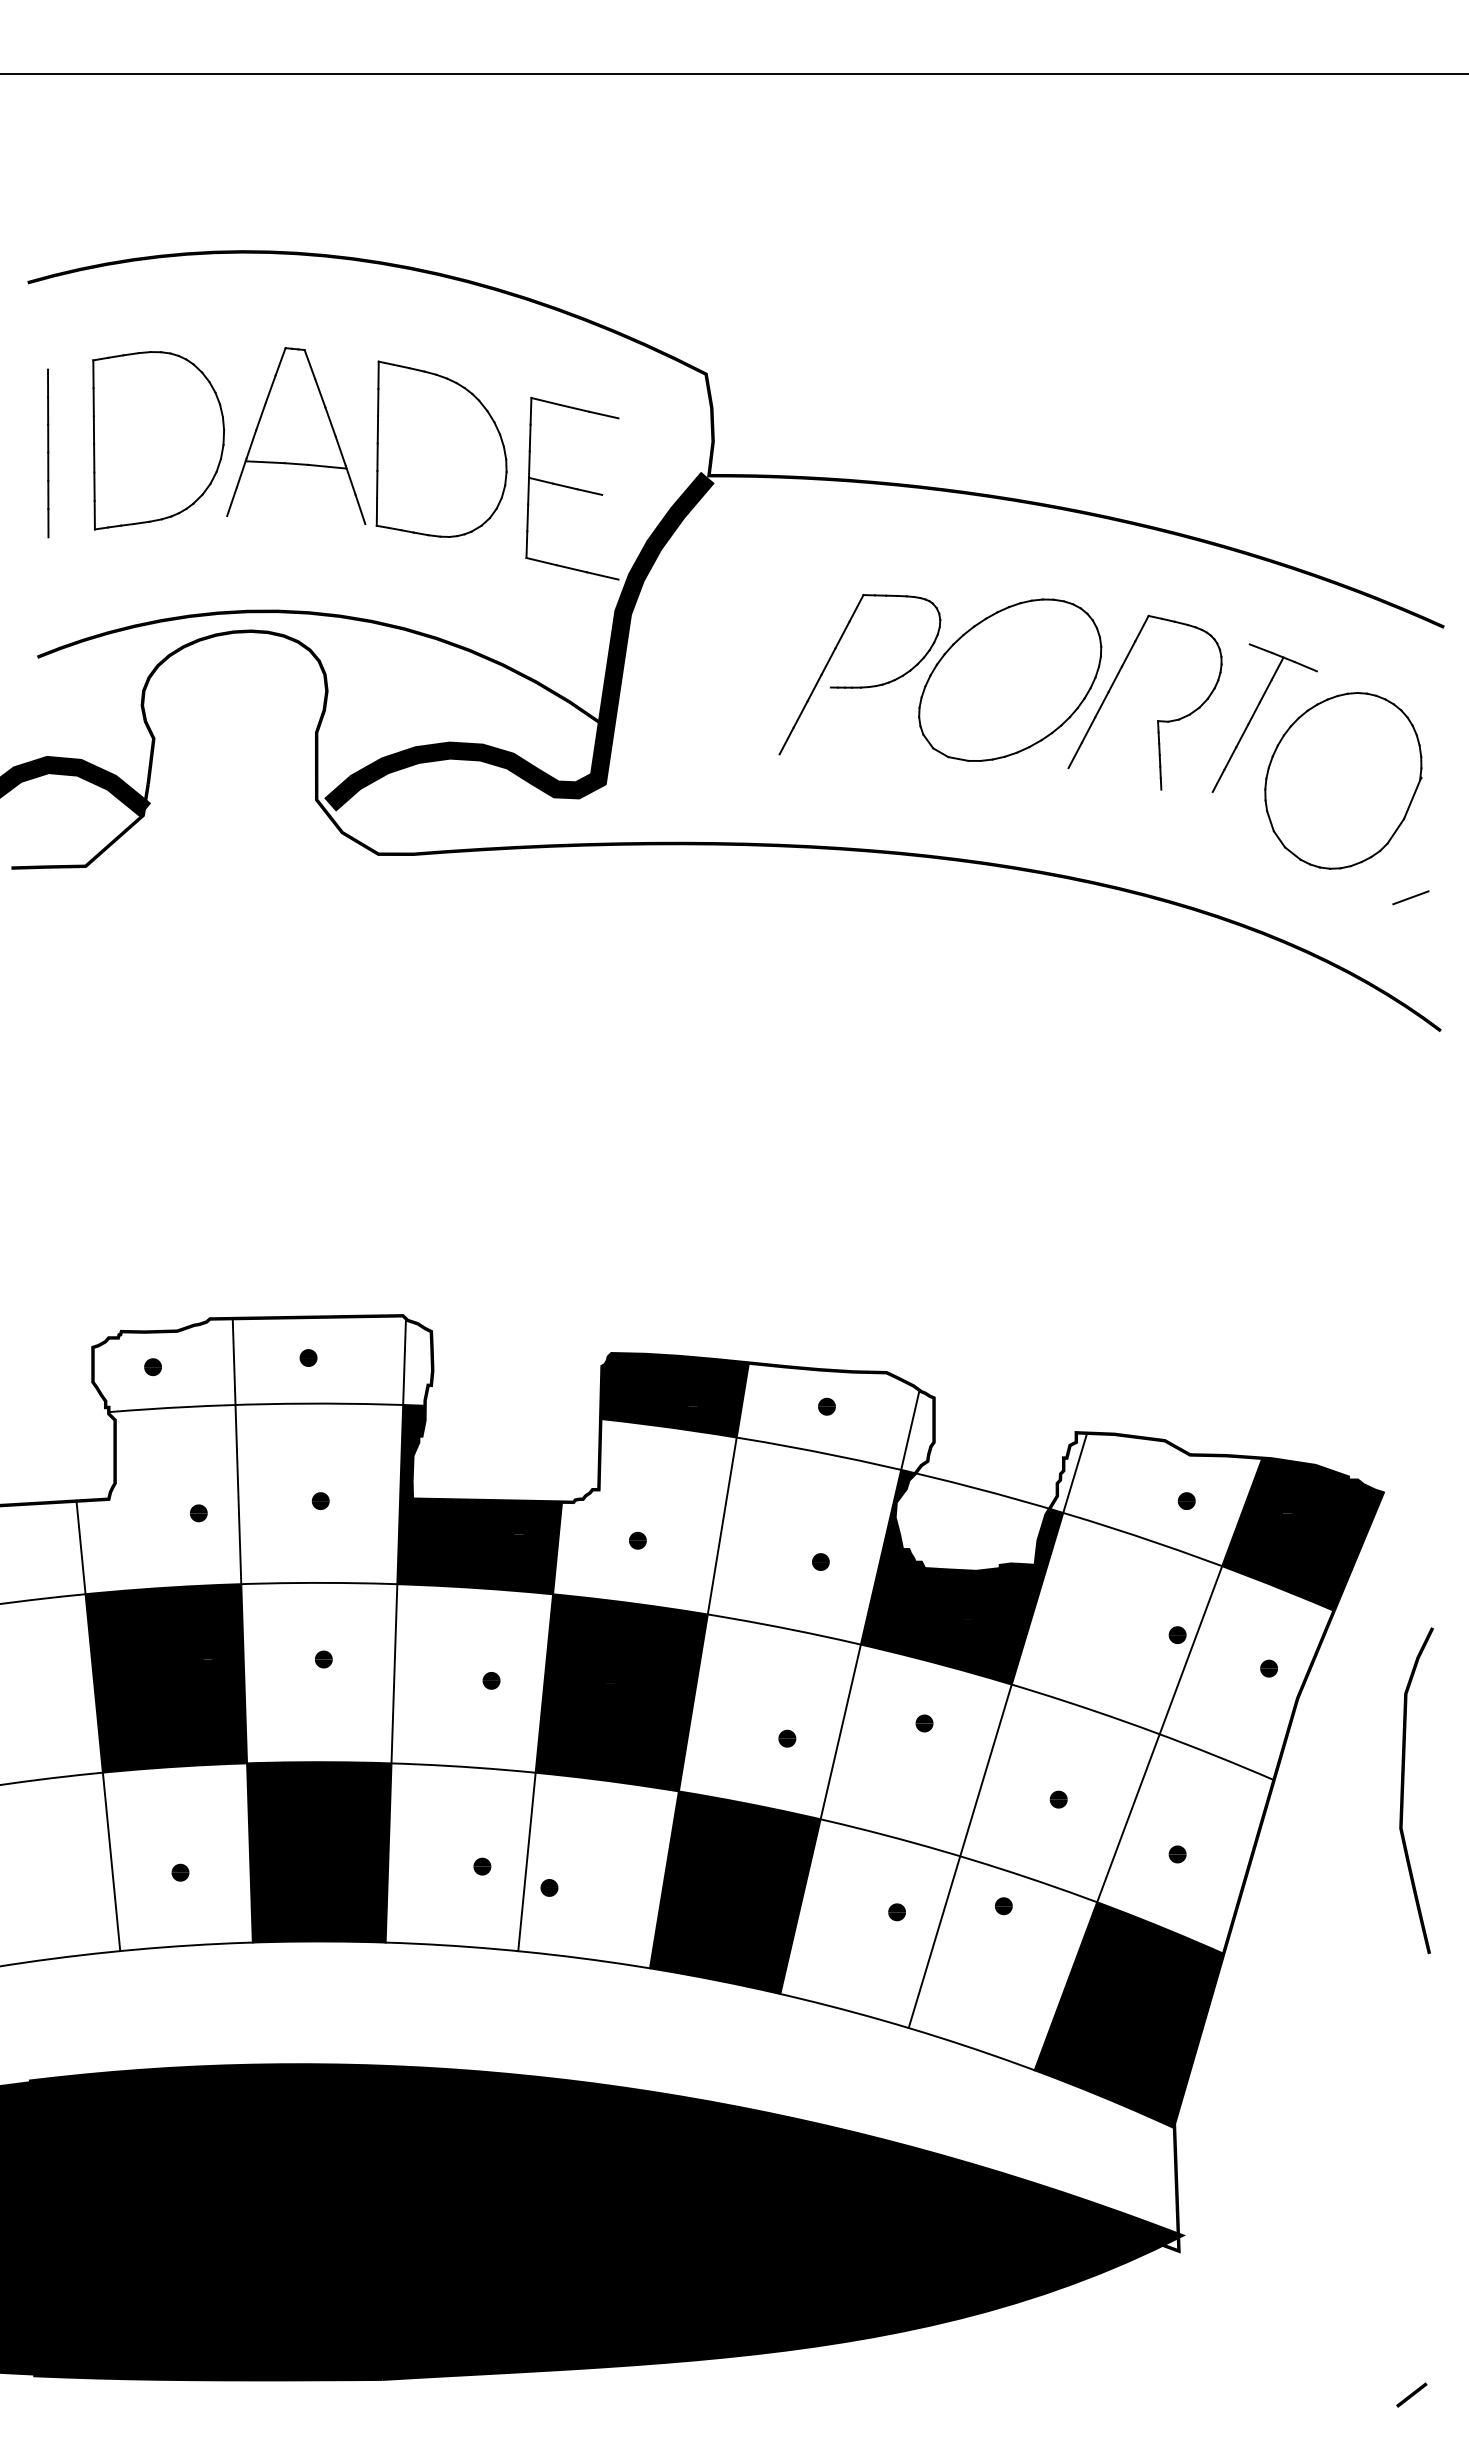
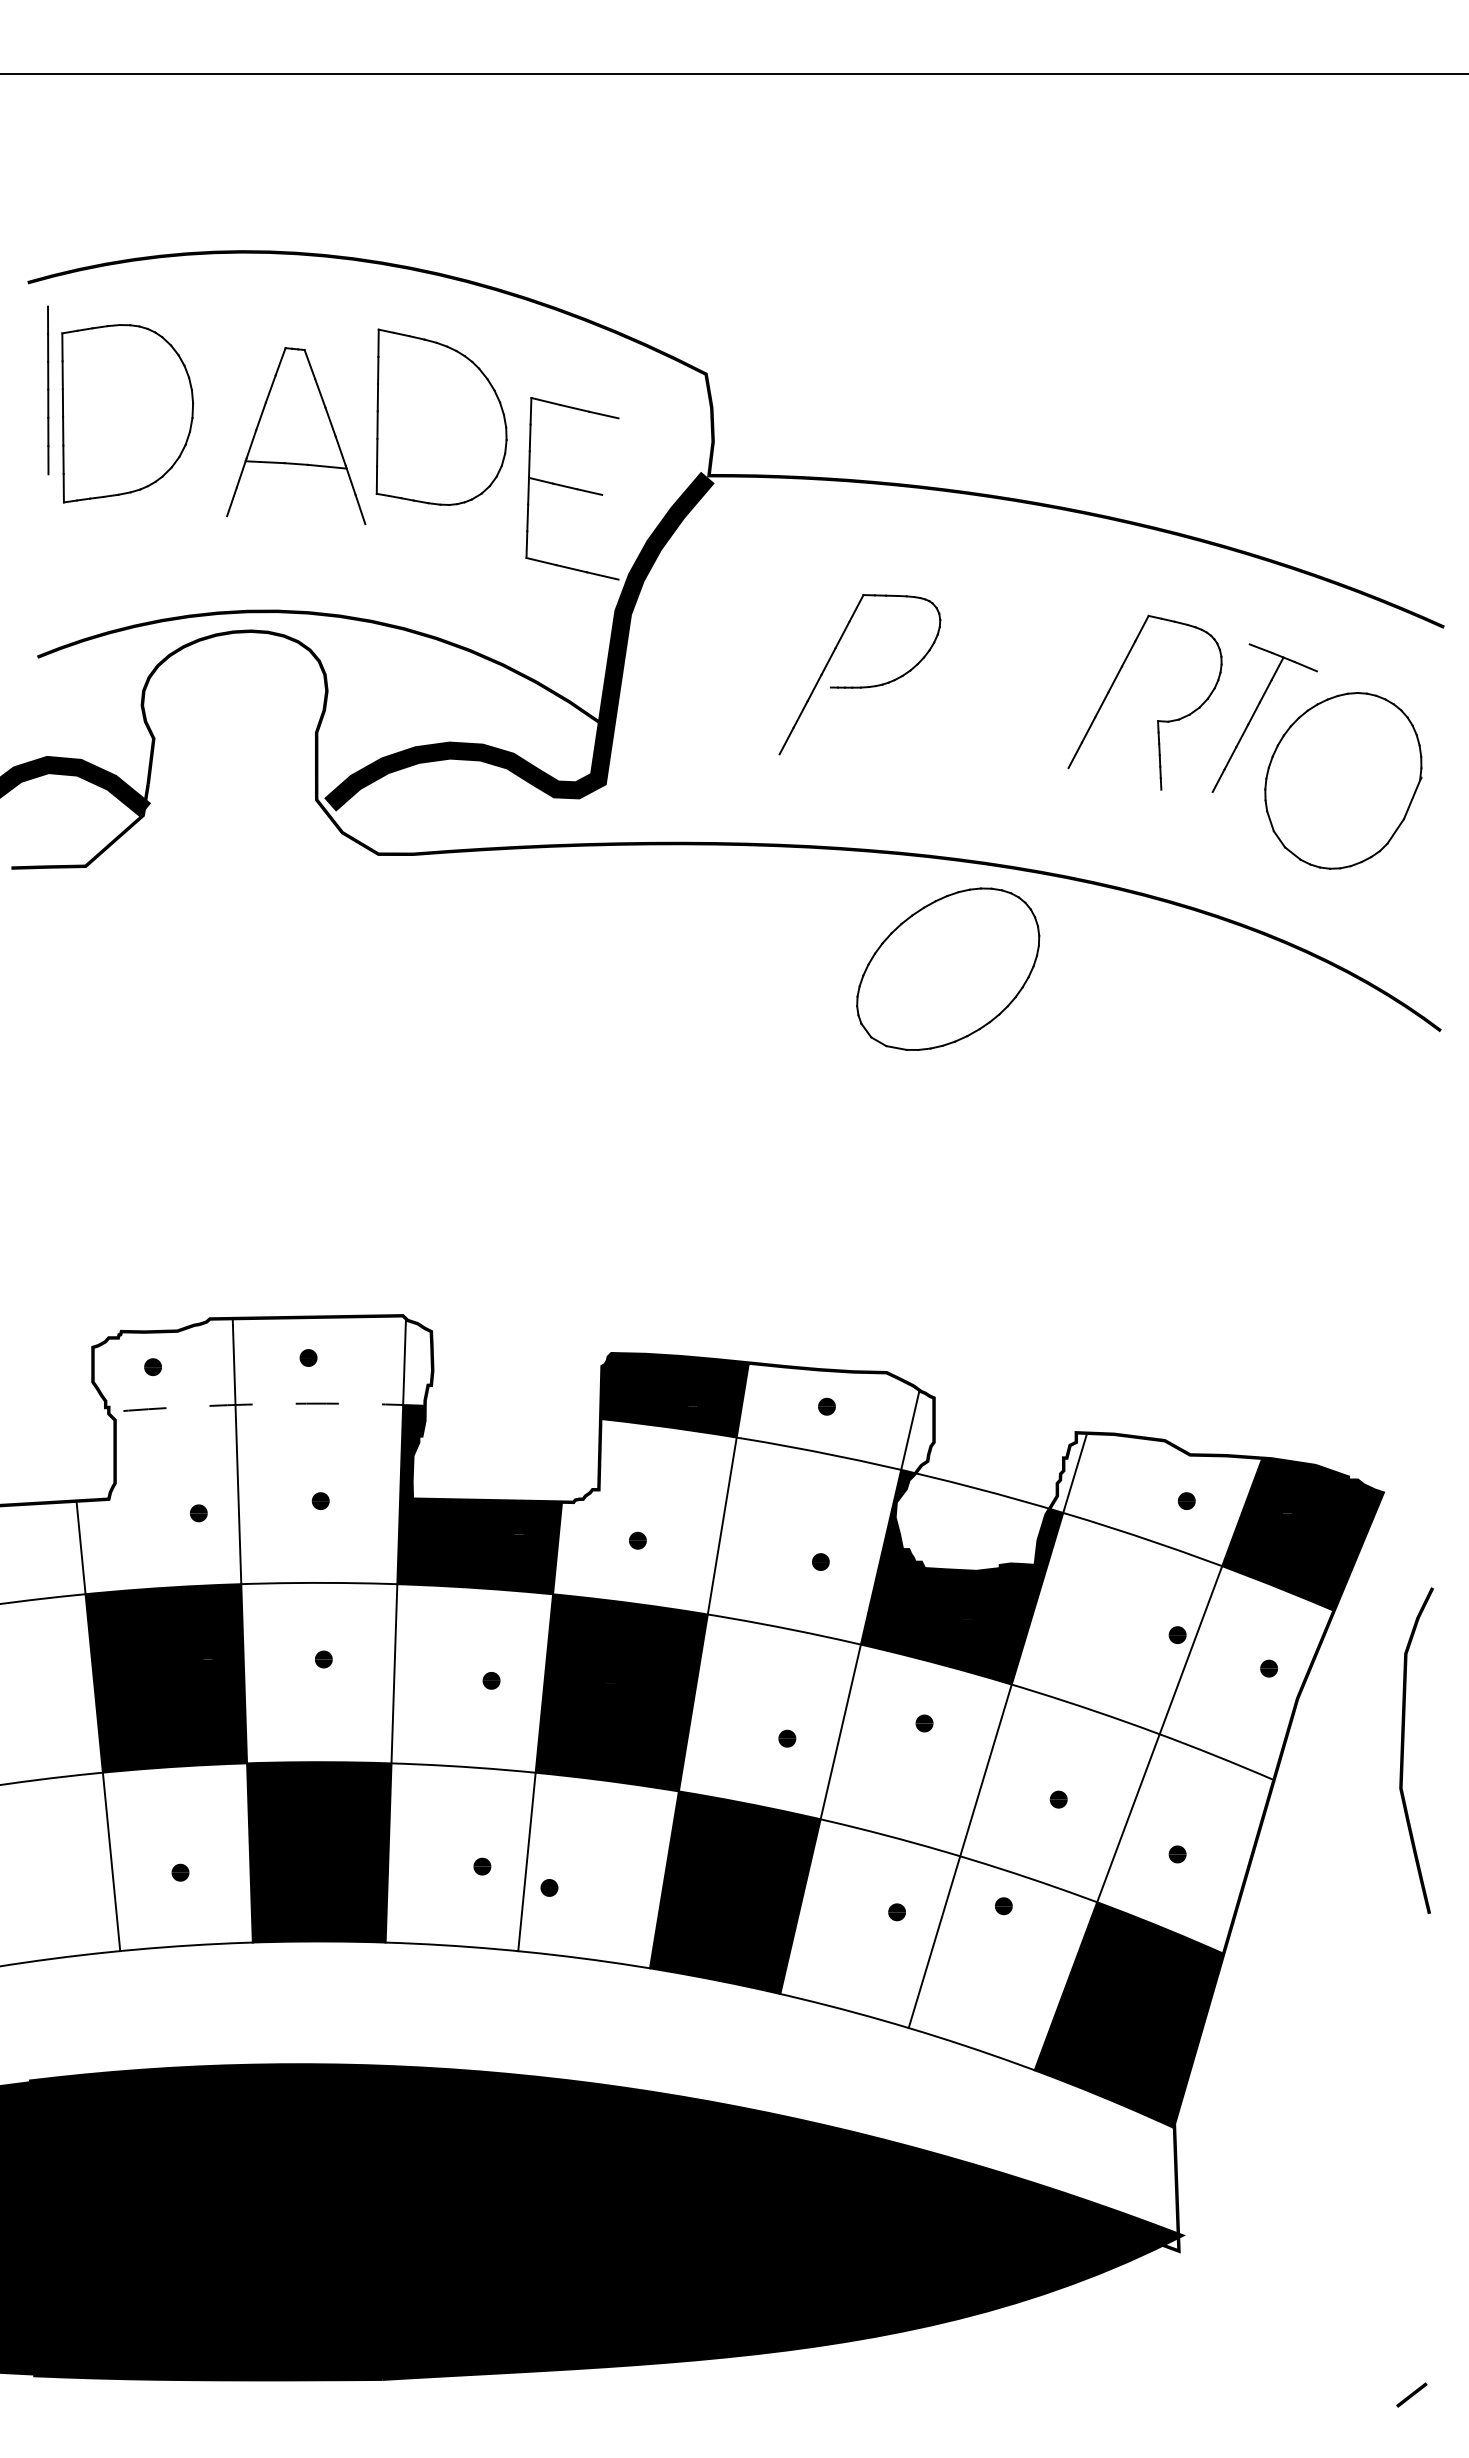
part at (158, 440) position: (158, 440) -> (127, 413)
part at (441, 448) position: (441, 448) -> (441, 416)
line at (48, 453) position: (48, 453) -> (48, 390)
part at (1010, 679) position: (1010, 679) -> (948, 968)
line at (1410, 897): present -> none
arc at (266, 1404): solid -> dashed
curve at (1404, 1787) position: (1404, 1787) -> (1404, 1747)
